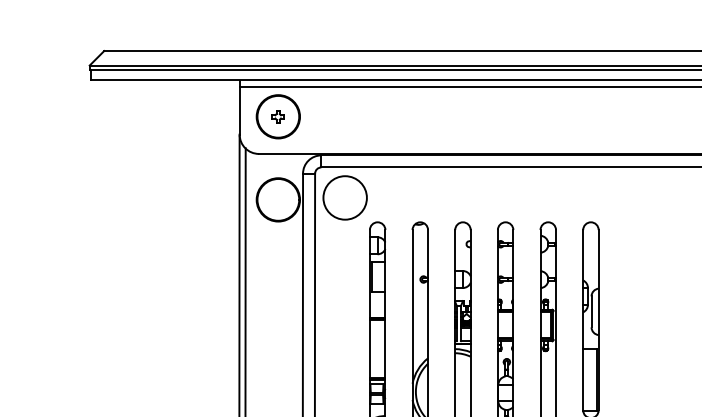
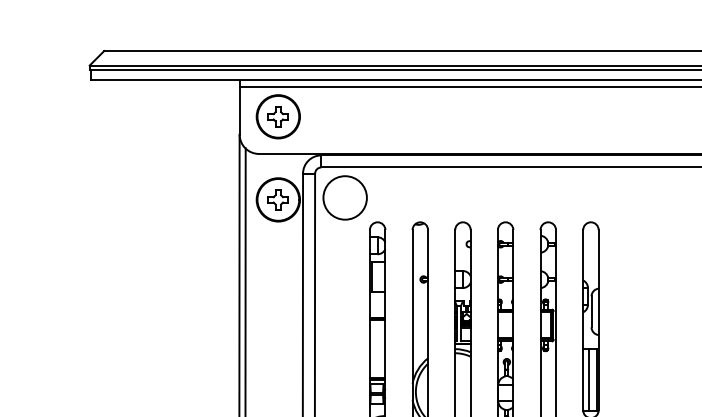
part at (277, 116) size: 14x14 px -> 22x22 px
part at (277, 199): none -> present
line at (589, 379): none -> present
